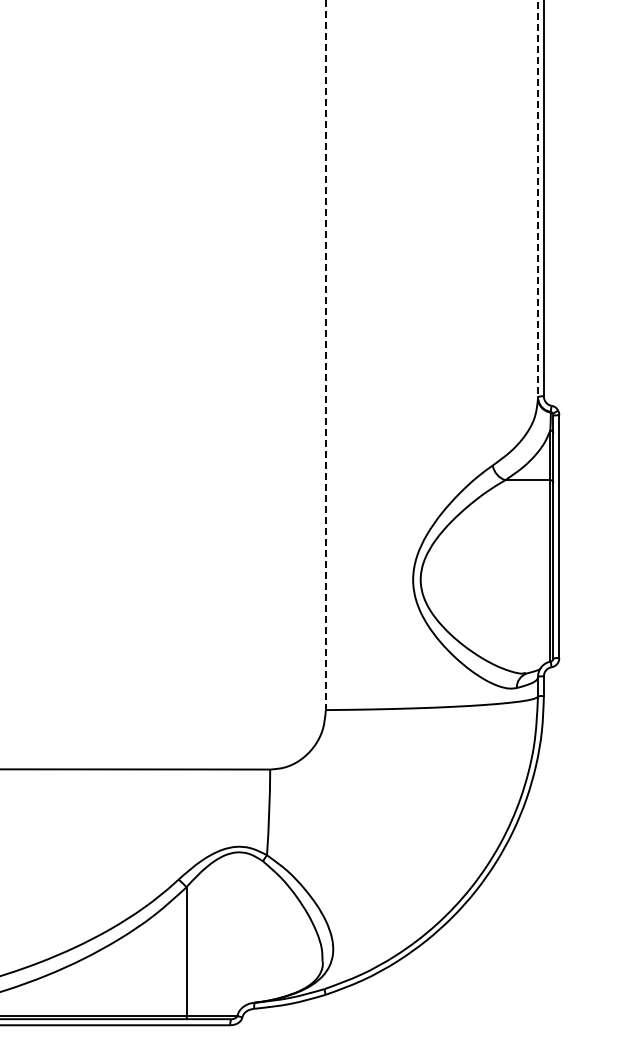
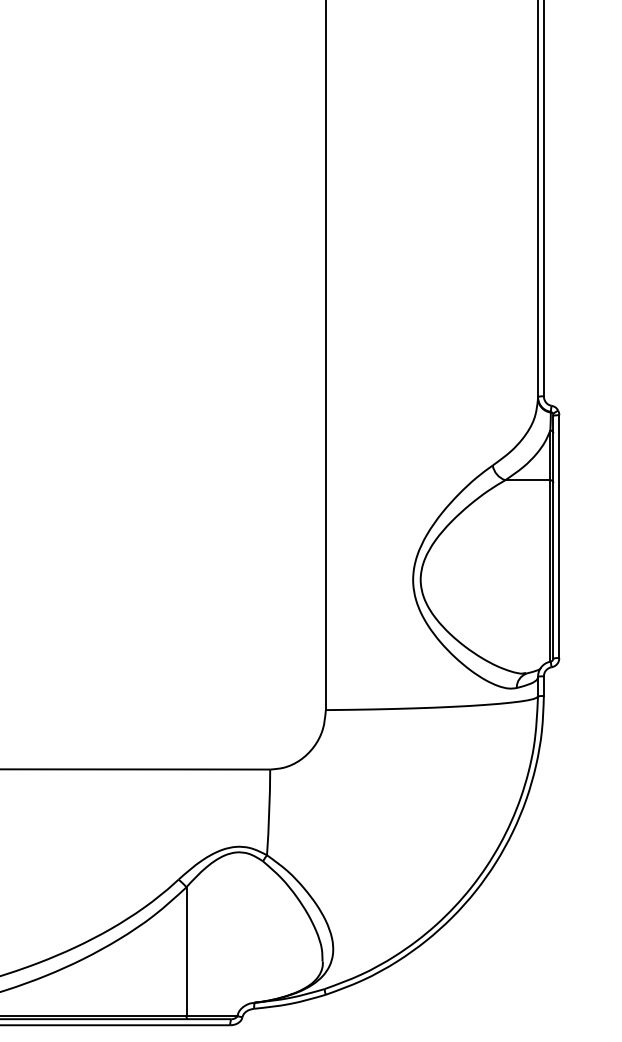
line at (537, 199): dashed -> solid
line at (325, 355): dashed -> solid
